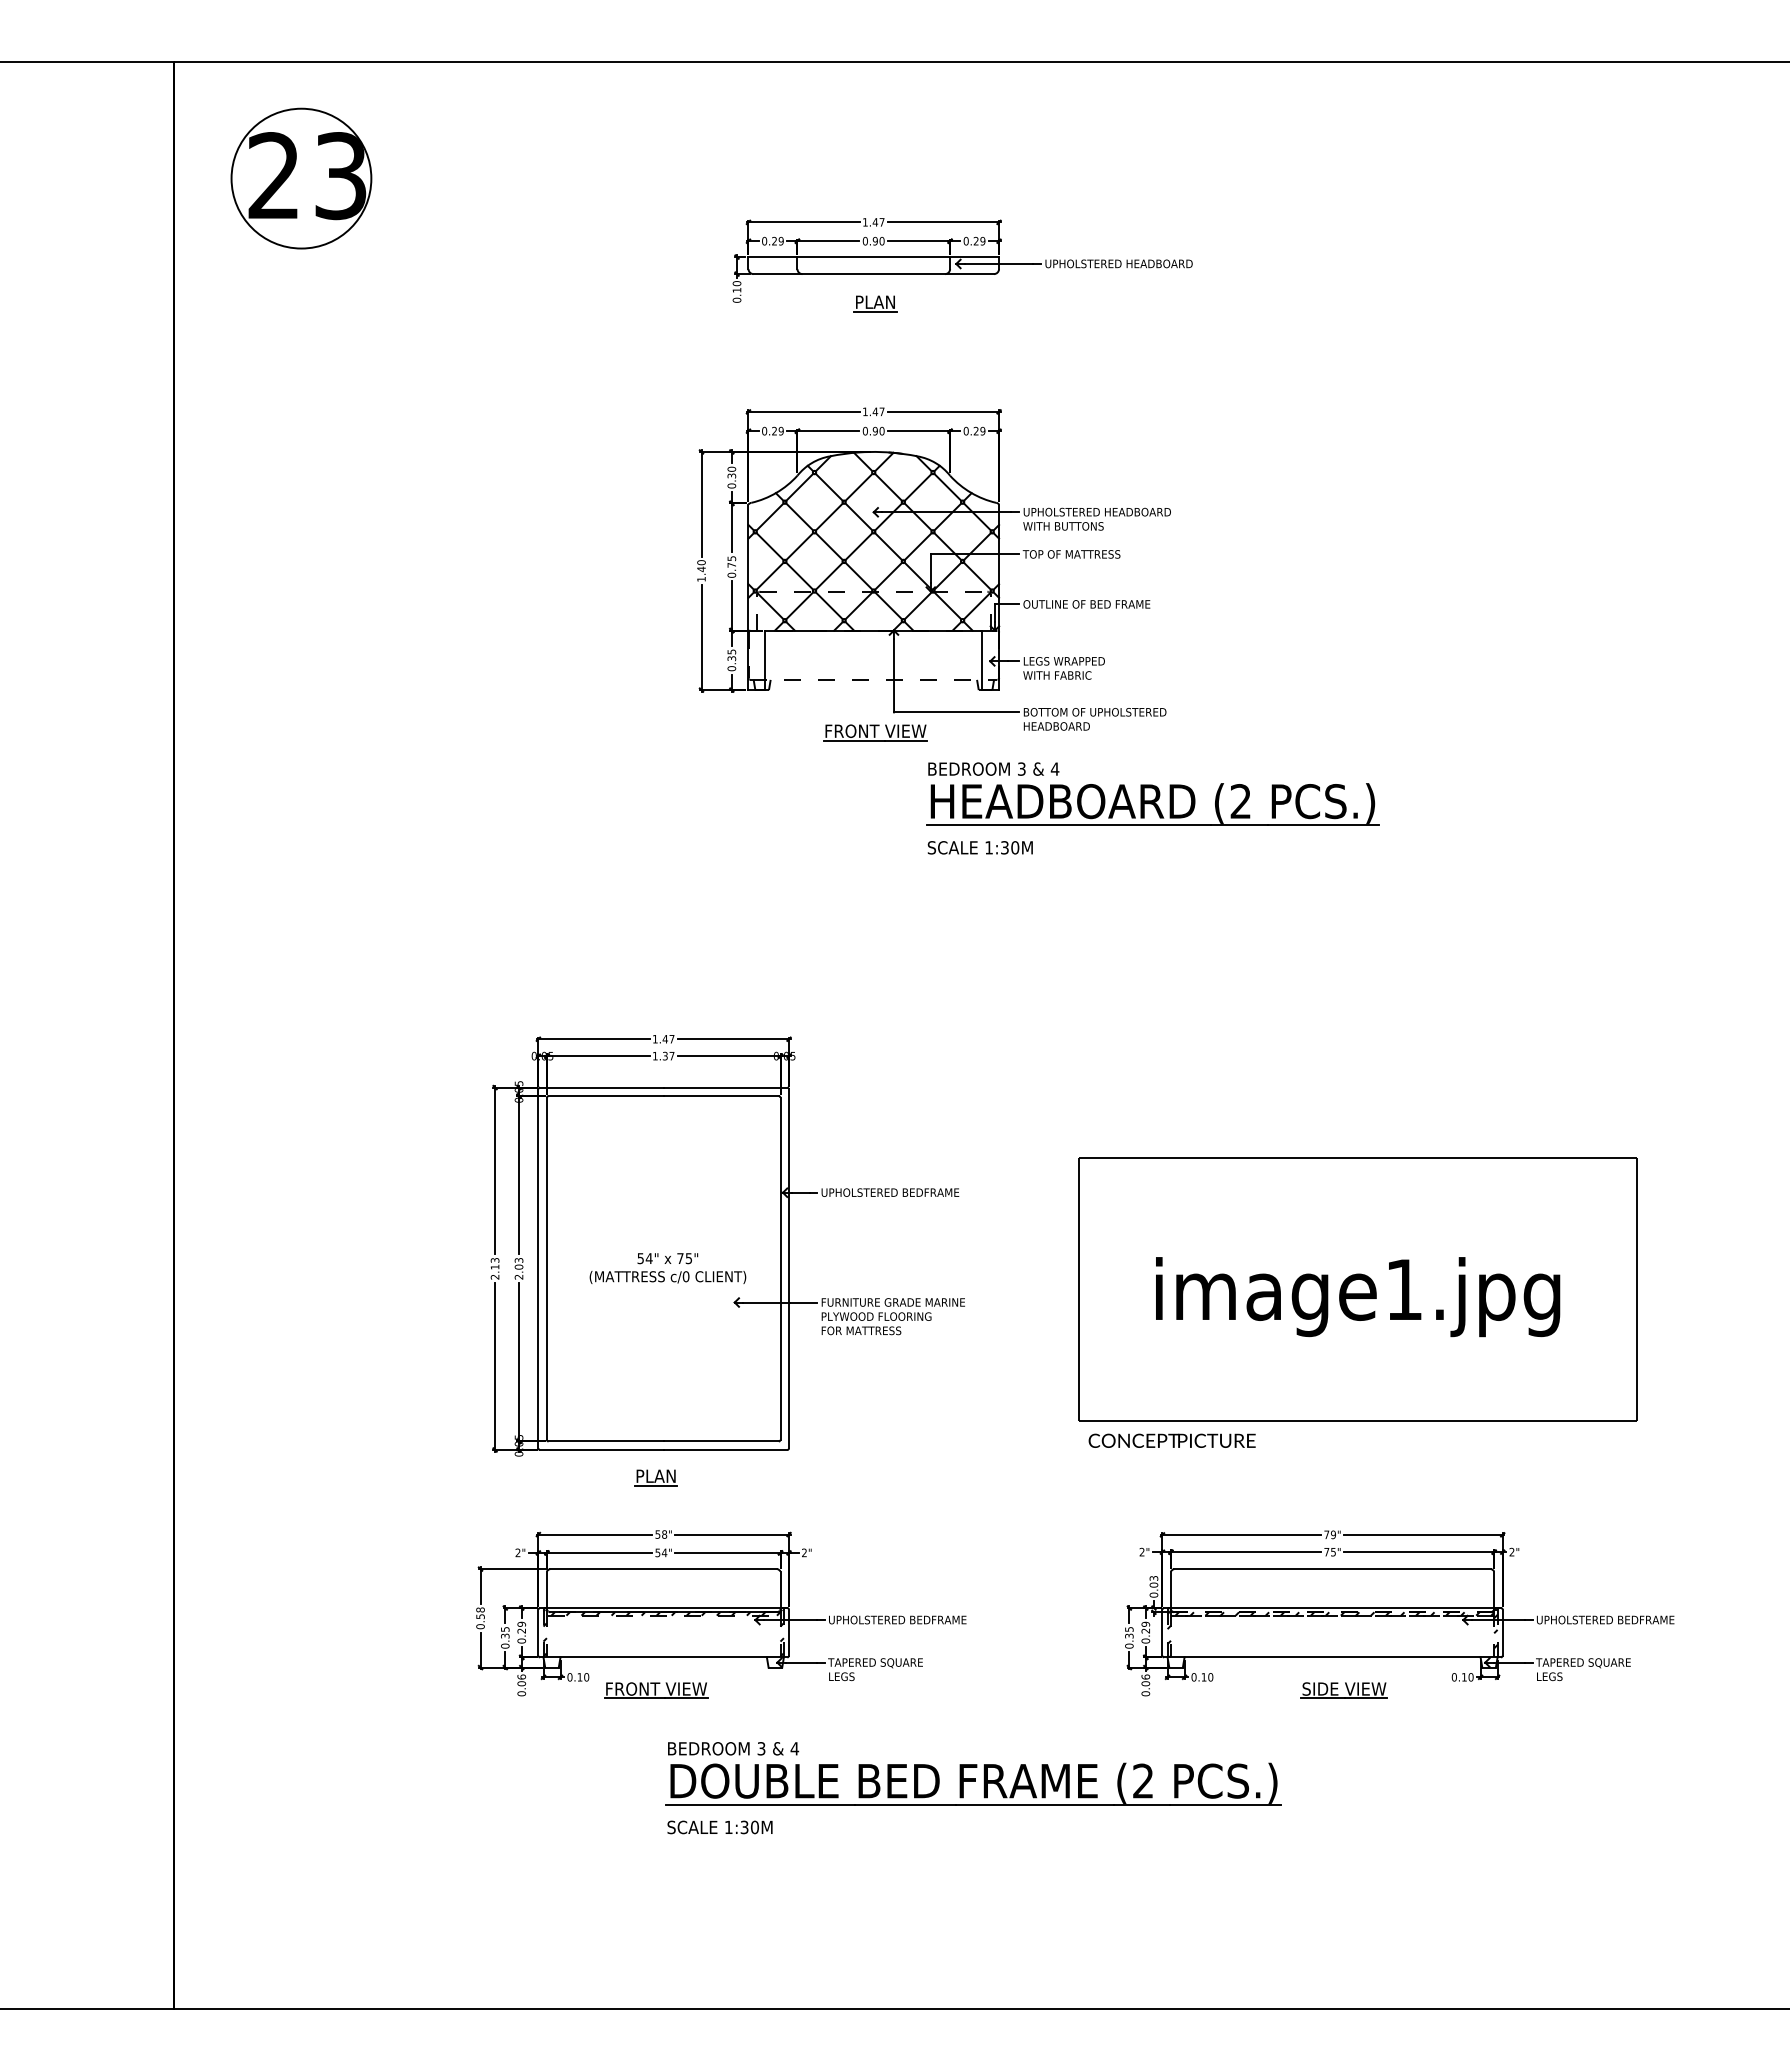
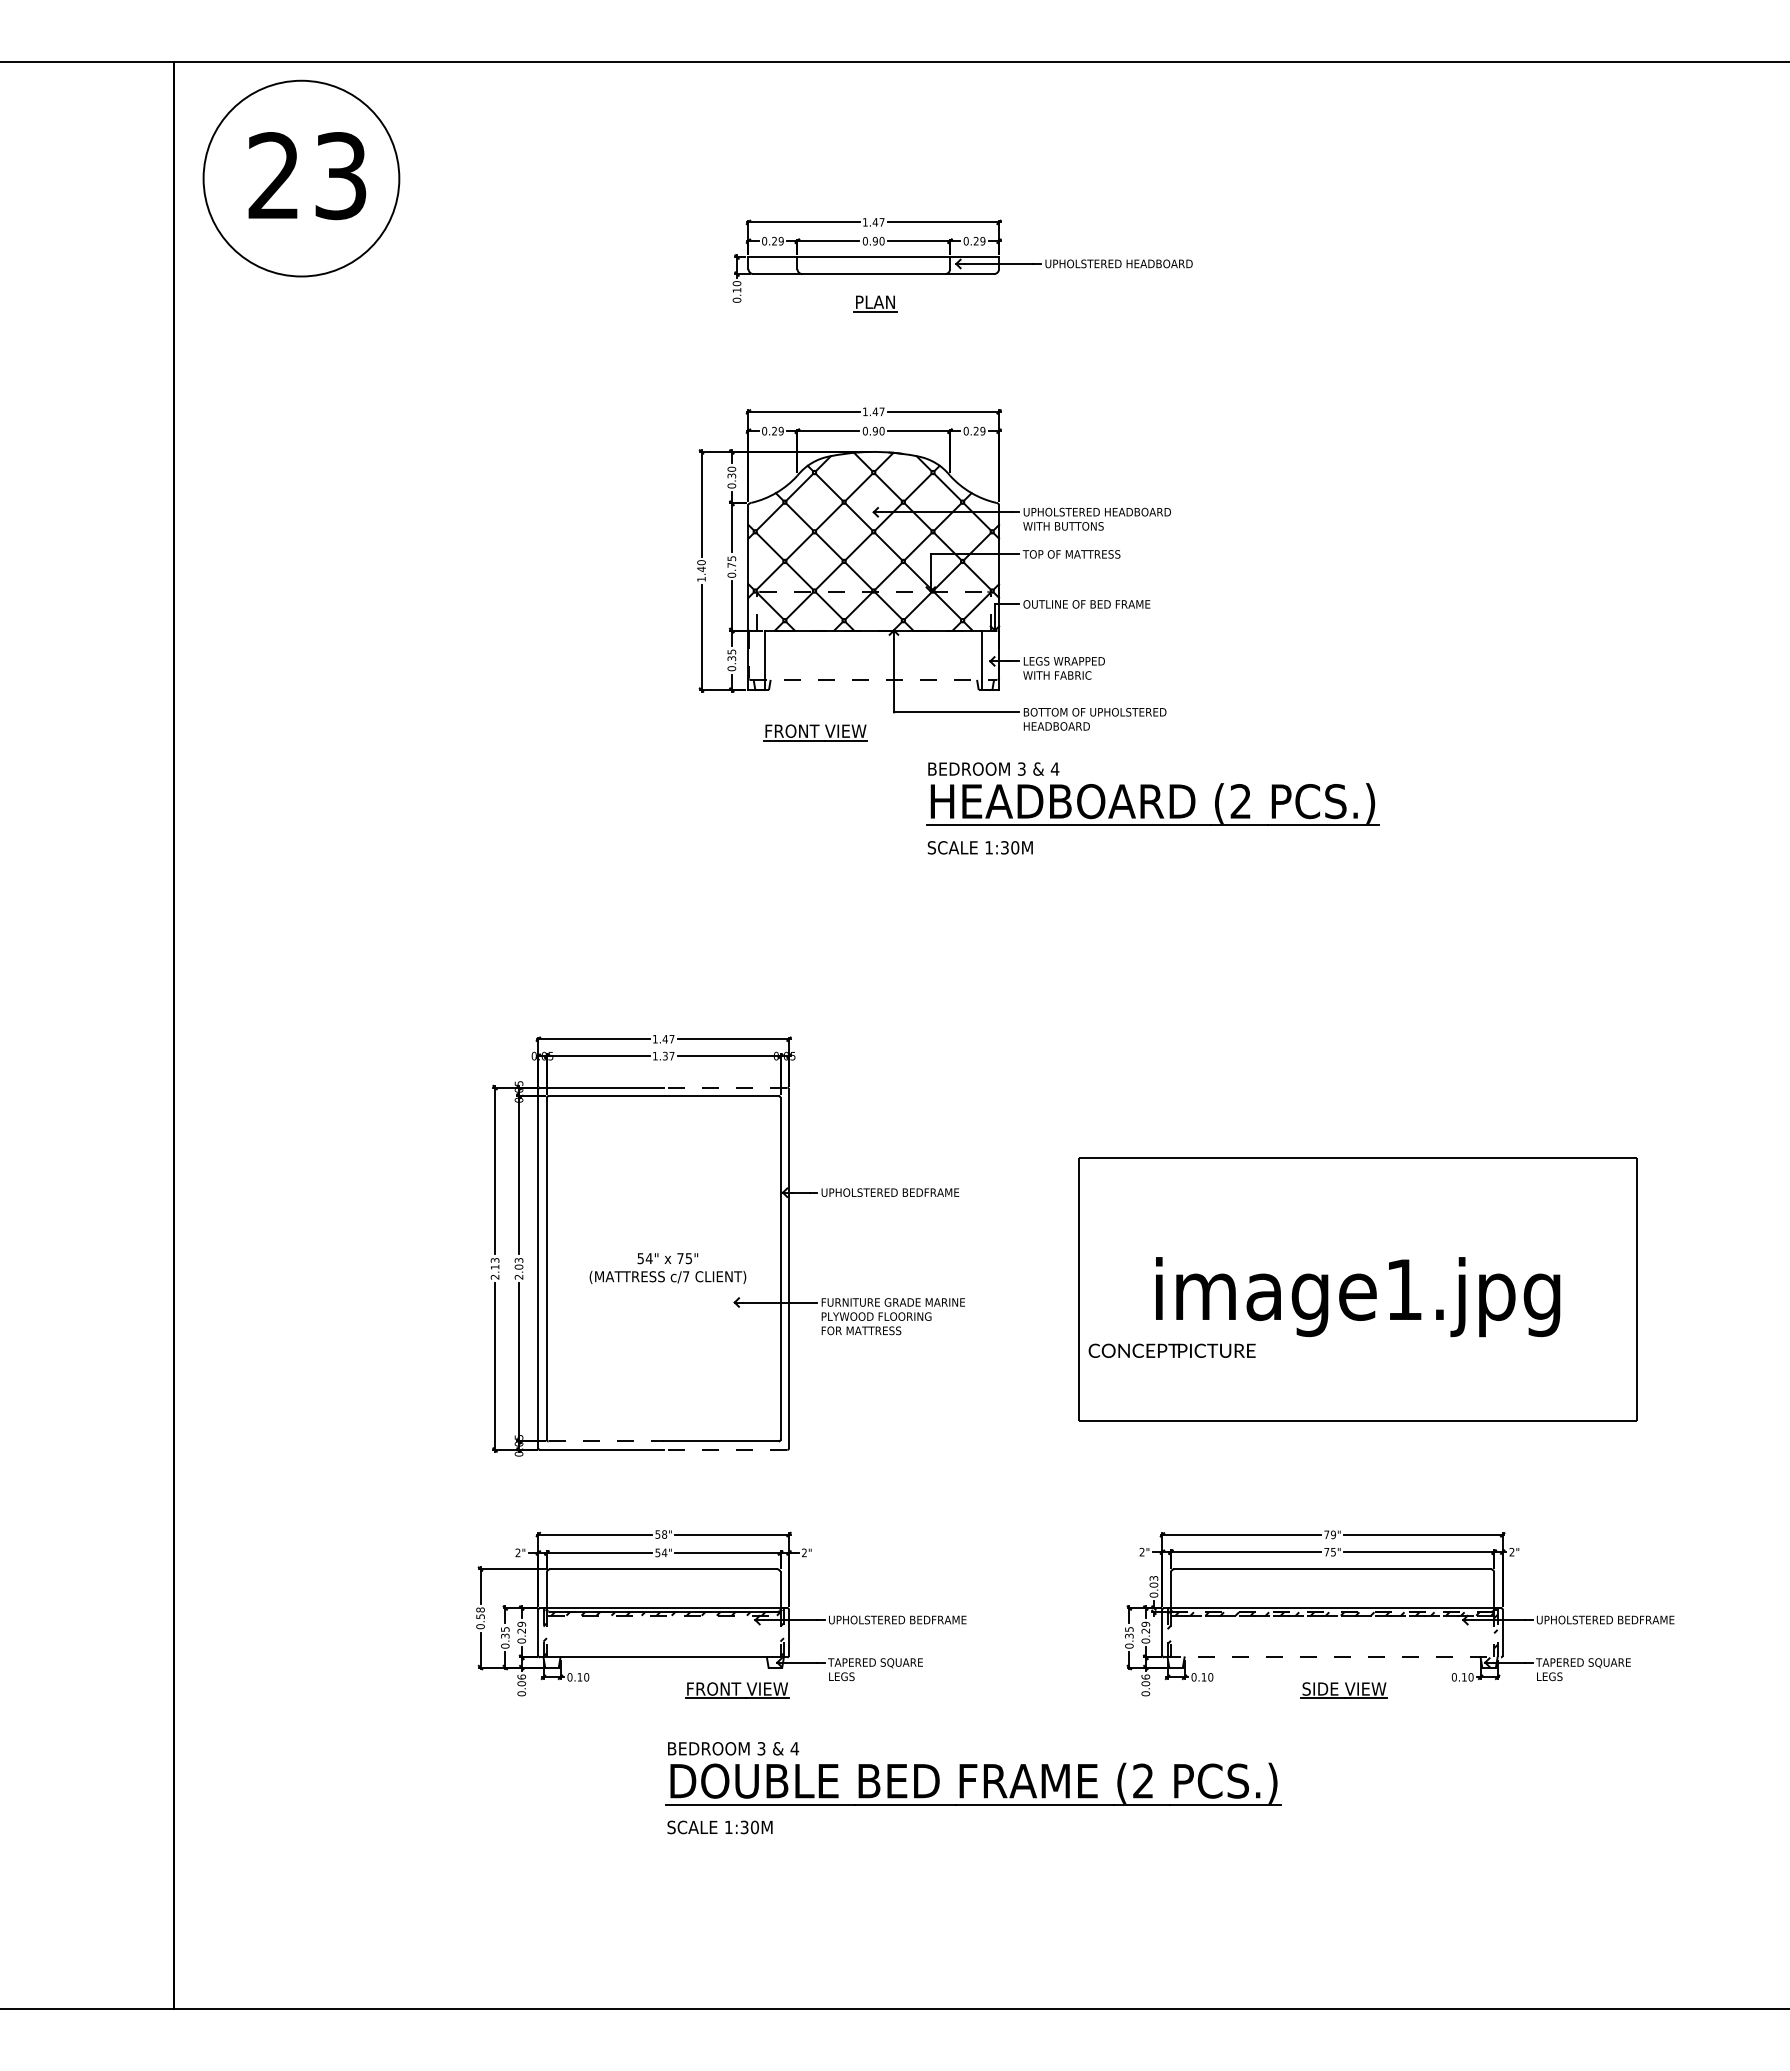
circle at (301, 178) diameter: 140 px -> 196 px
part at (875, 732) position: (875, 732) -> (815, 732)
line at (725, 1087): solid -> dashed
text at (685, 1276): c/0 -> c/7
text at (1171, 1440) position: (1171, 1440) -> (1171, 1350)
line at (606, 1441): solid -> dashed
line at (725, 1449): solid -> dashed
part at (655, 1477): present -> none
line at (1333, 1657): solid -> dashed
part at (656, 1690) position: (656, 1690) -> (737, 1690)
